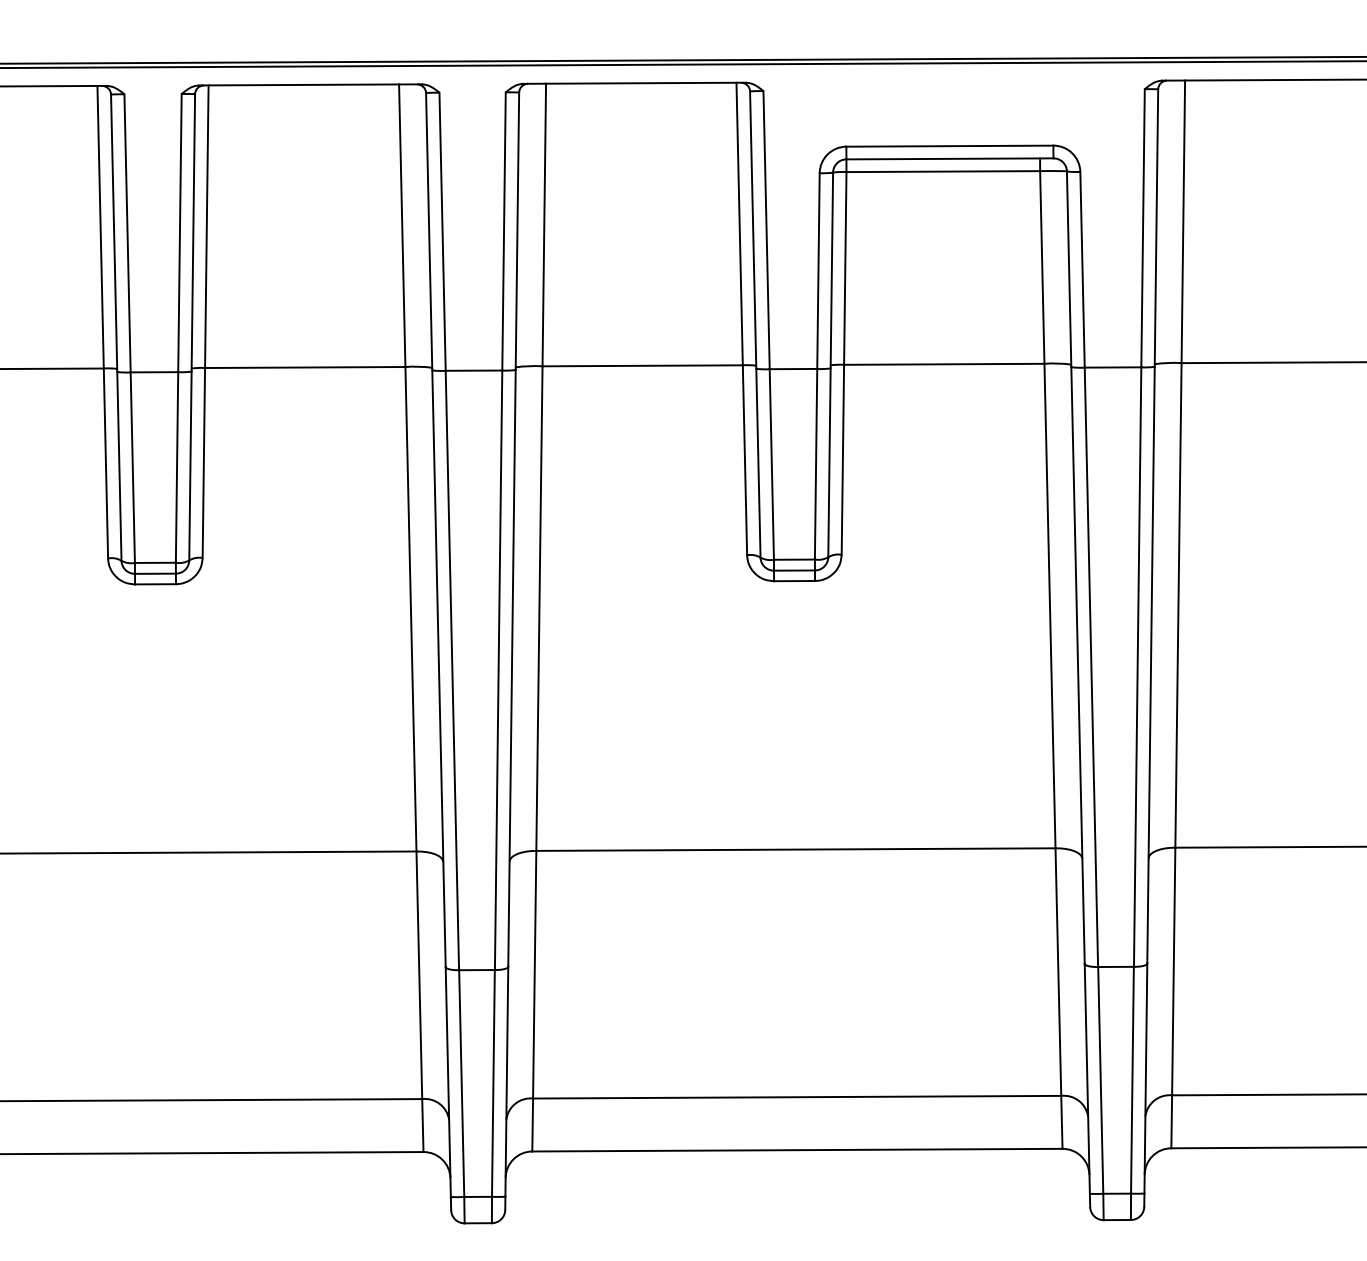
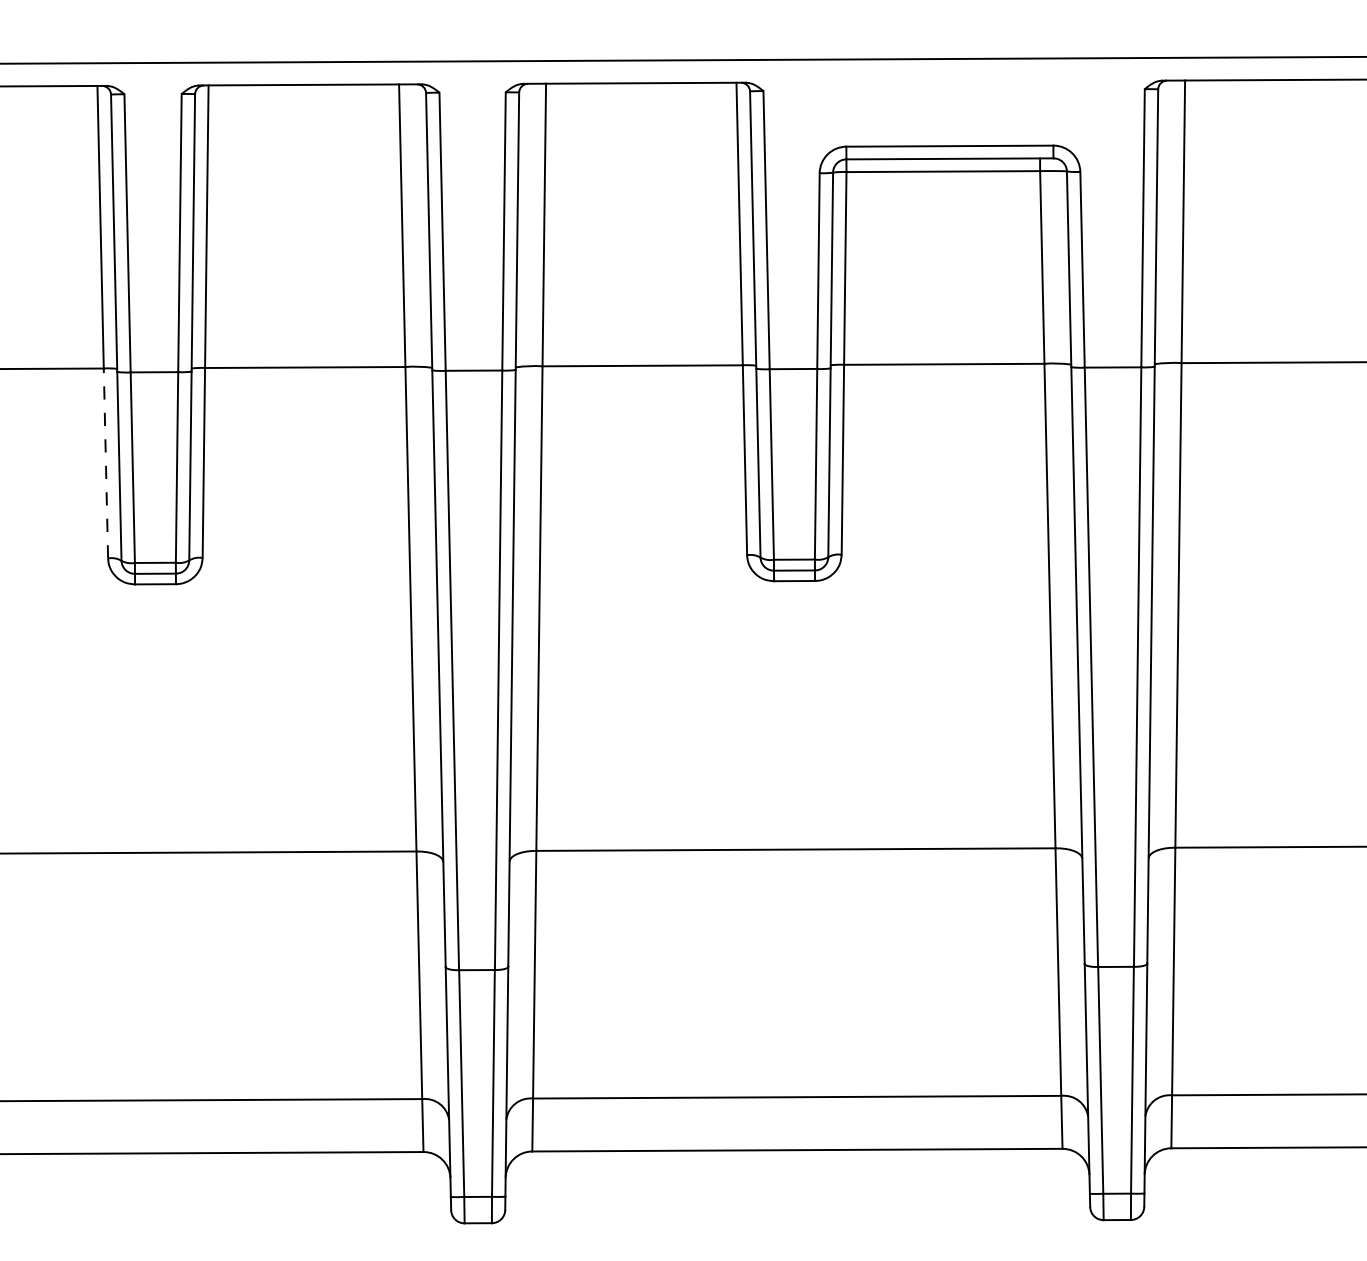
line at (682, 64): present -> none
line at (105, 463): solid -> dashed
